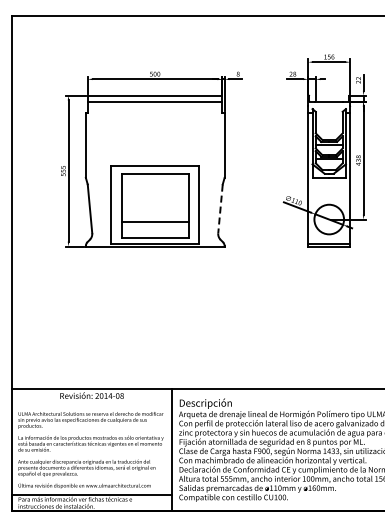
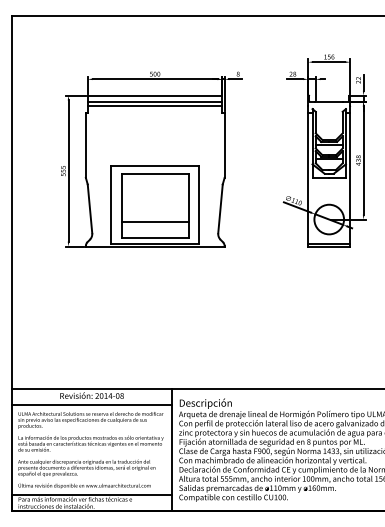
line at (154, 106): none -> present
line at (220, 209): dashed -> solid
line at (91, 404): none -> present
